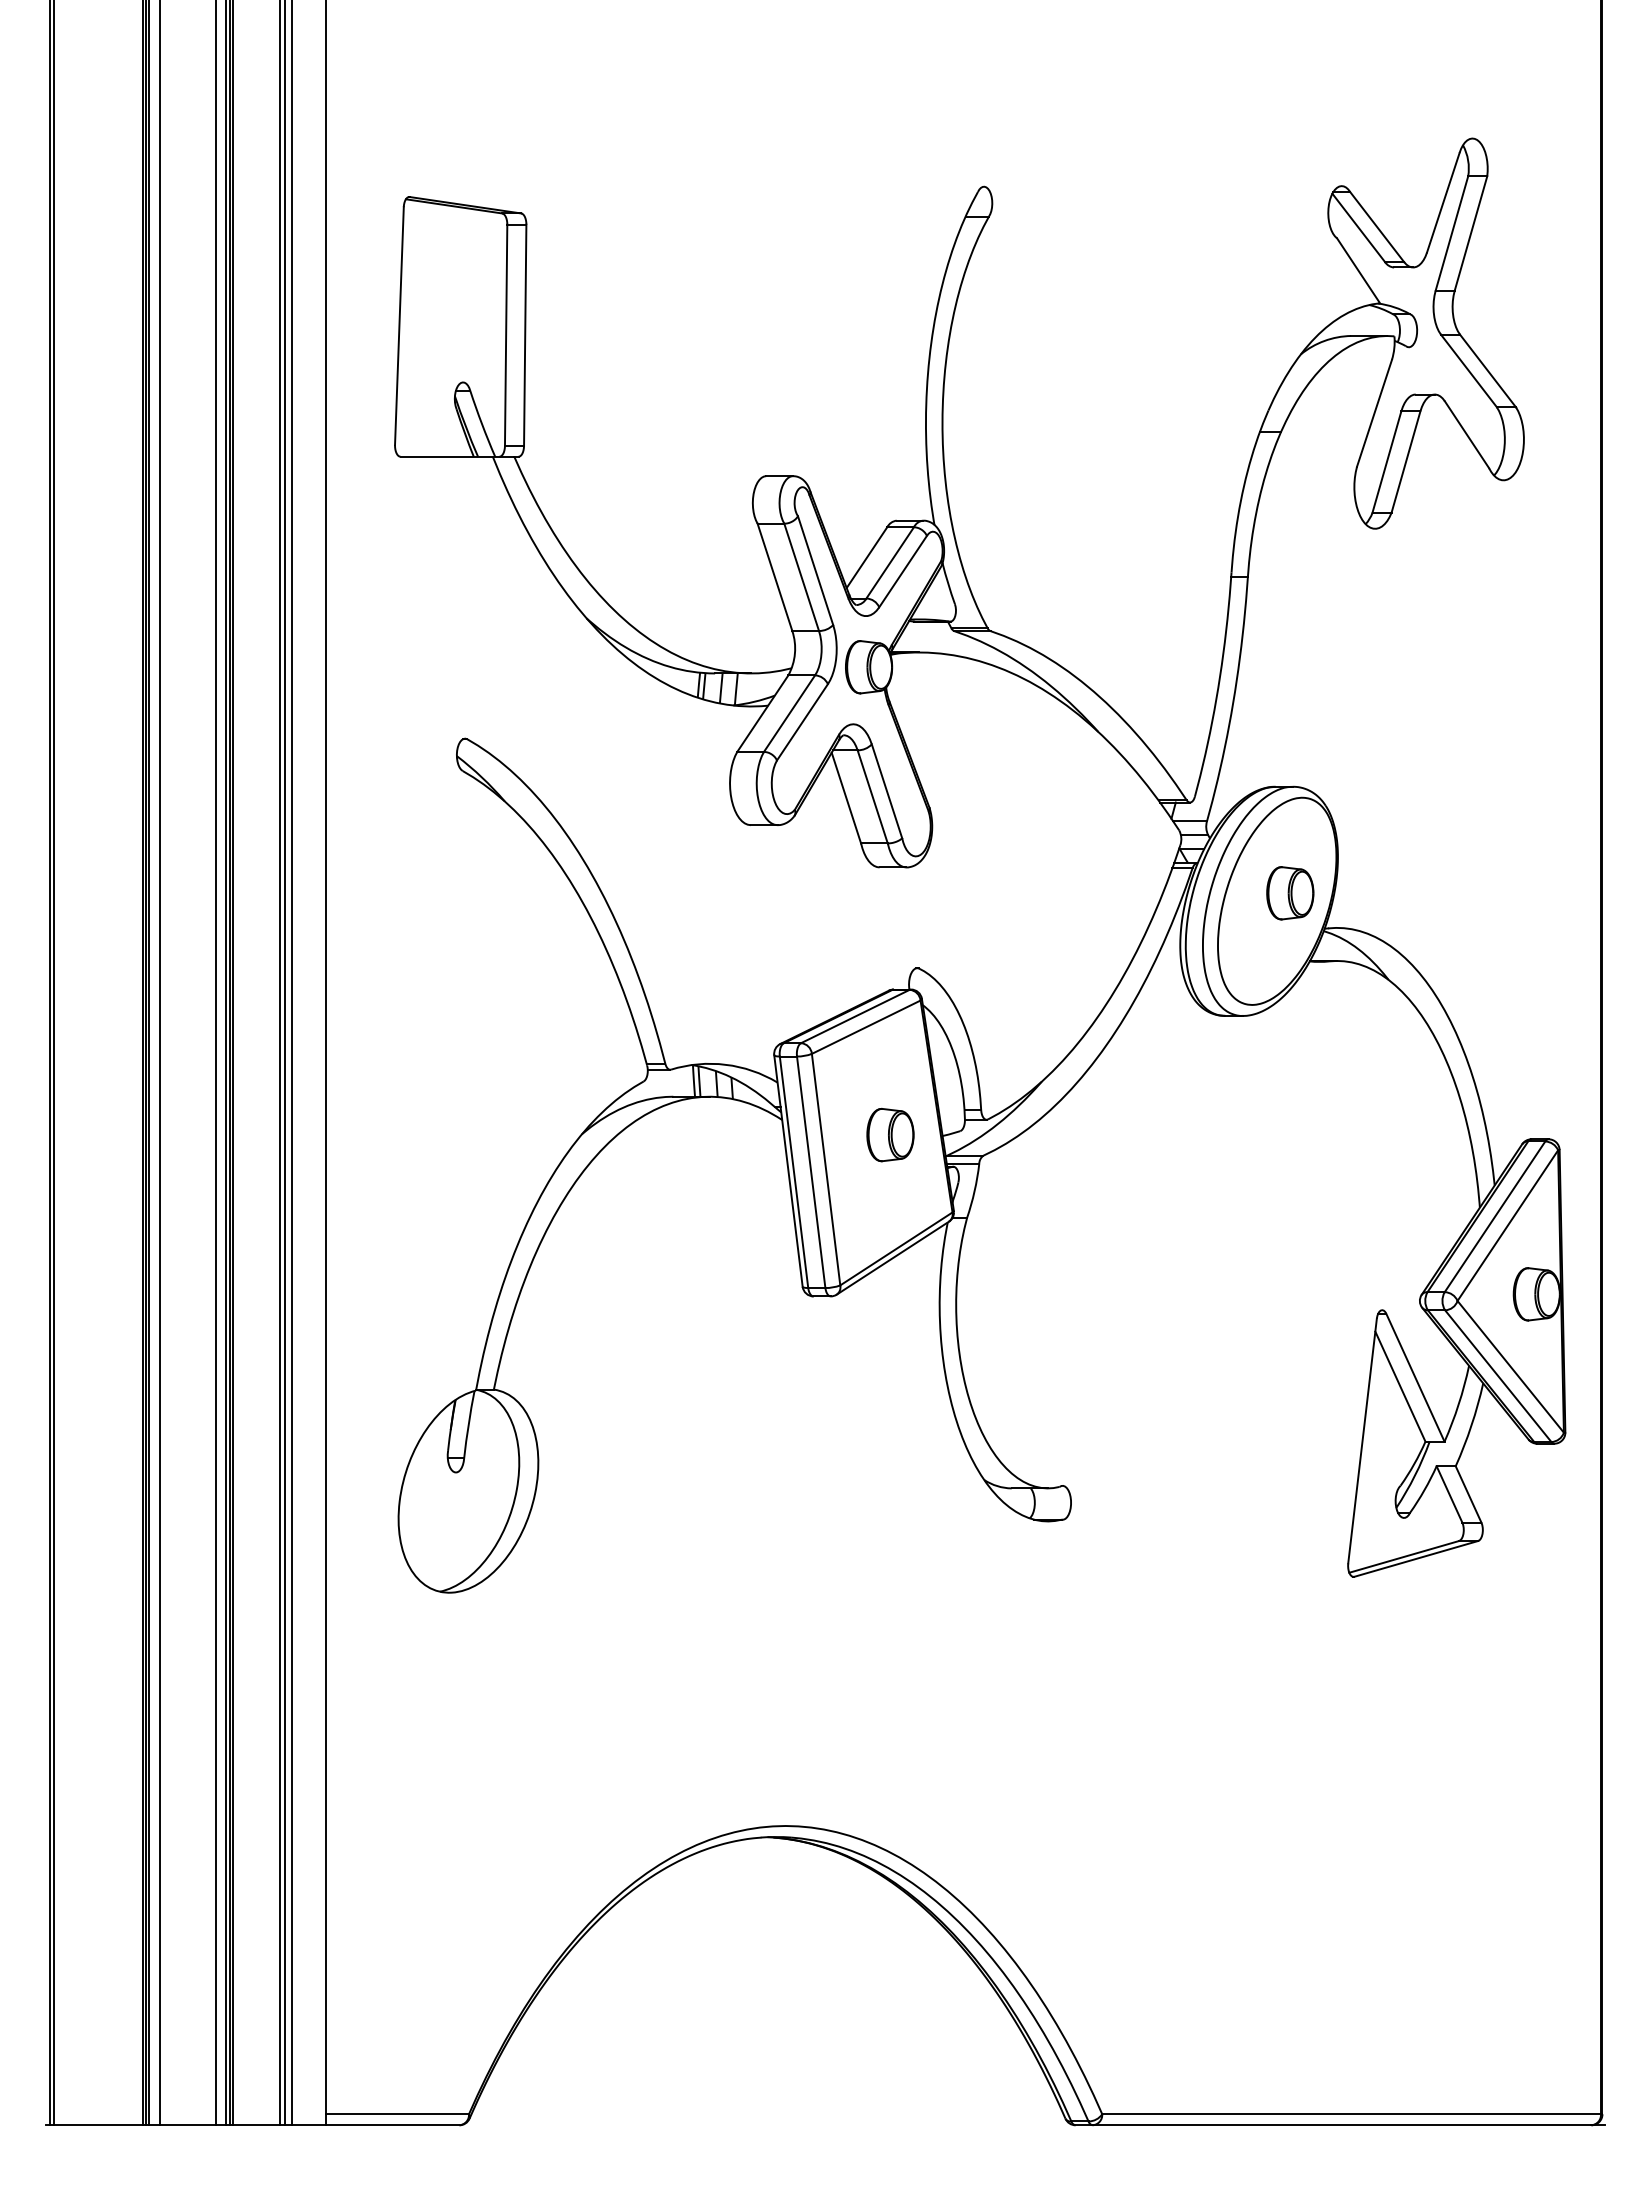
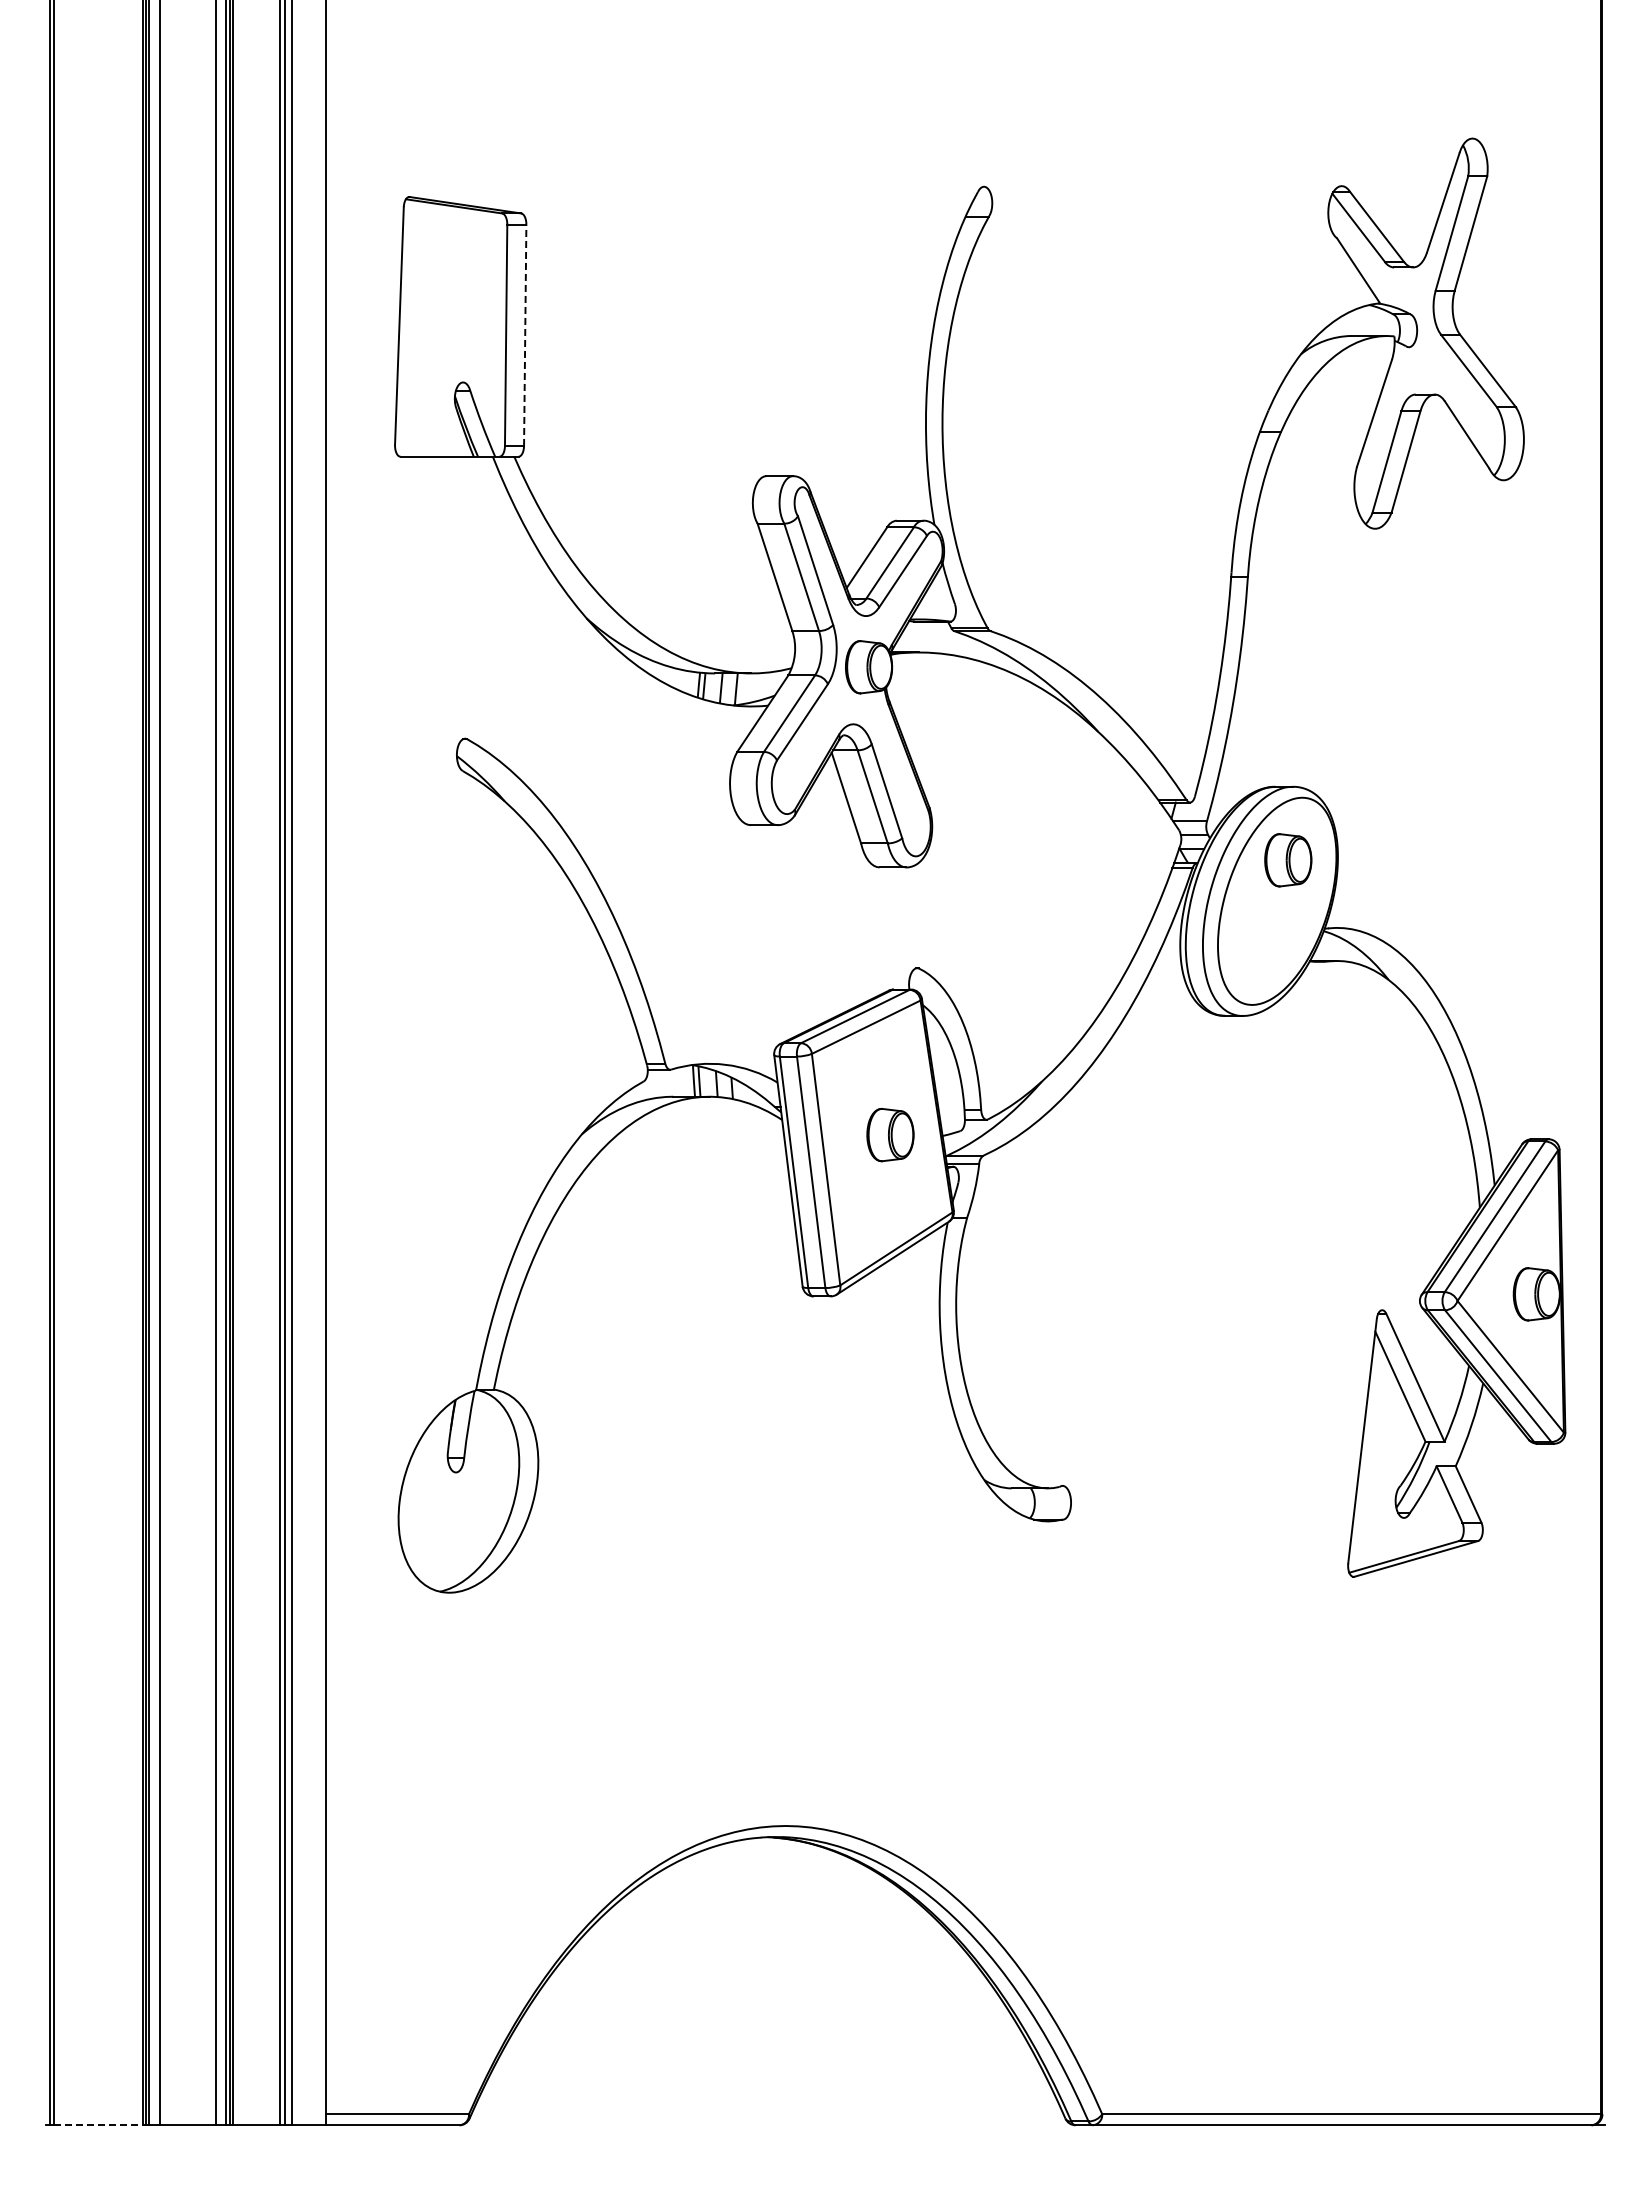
line at (525, 335): solid -> dashed
part at (1290, 893) position: (1290, 893) -> (1288, 860)
line at (98, 2125): solid -> dashed
